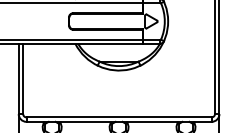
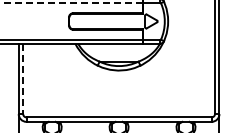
line at (71, 2): solid -> dashed
line at (23, 79): solid -> dashed
